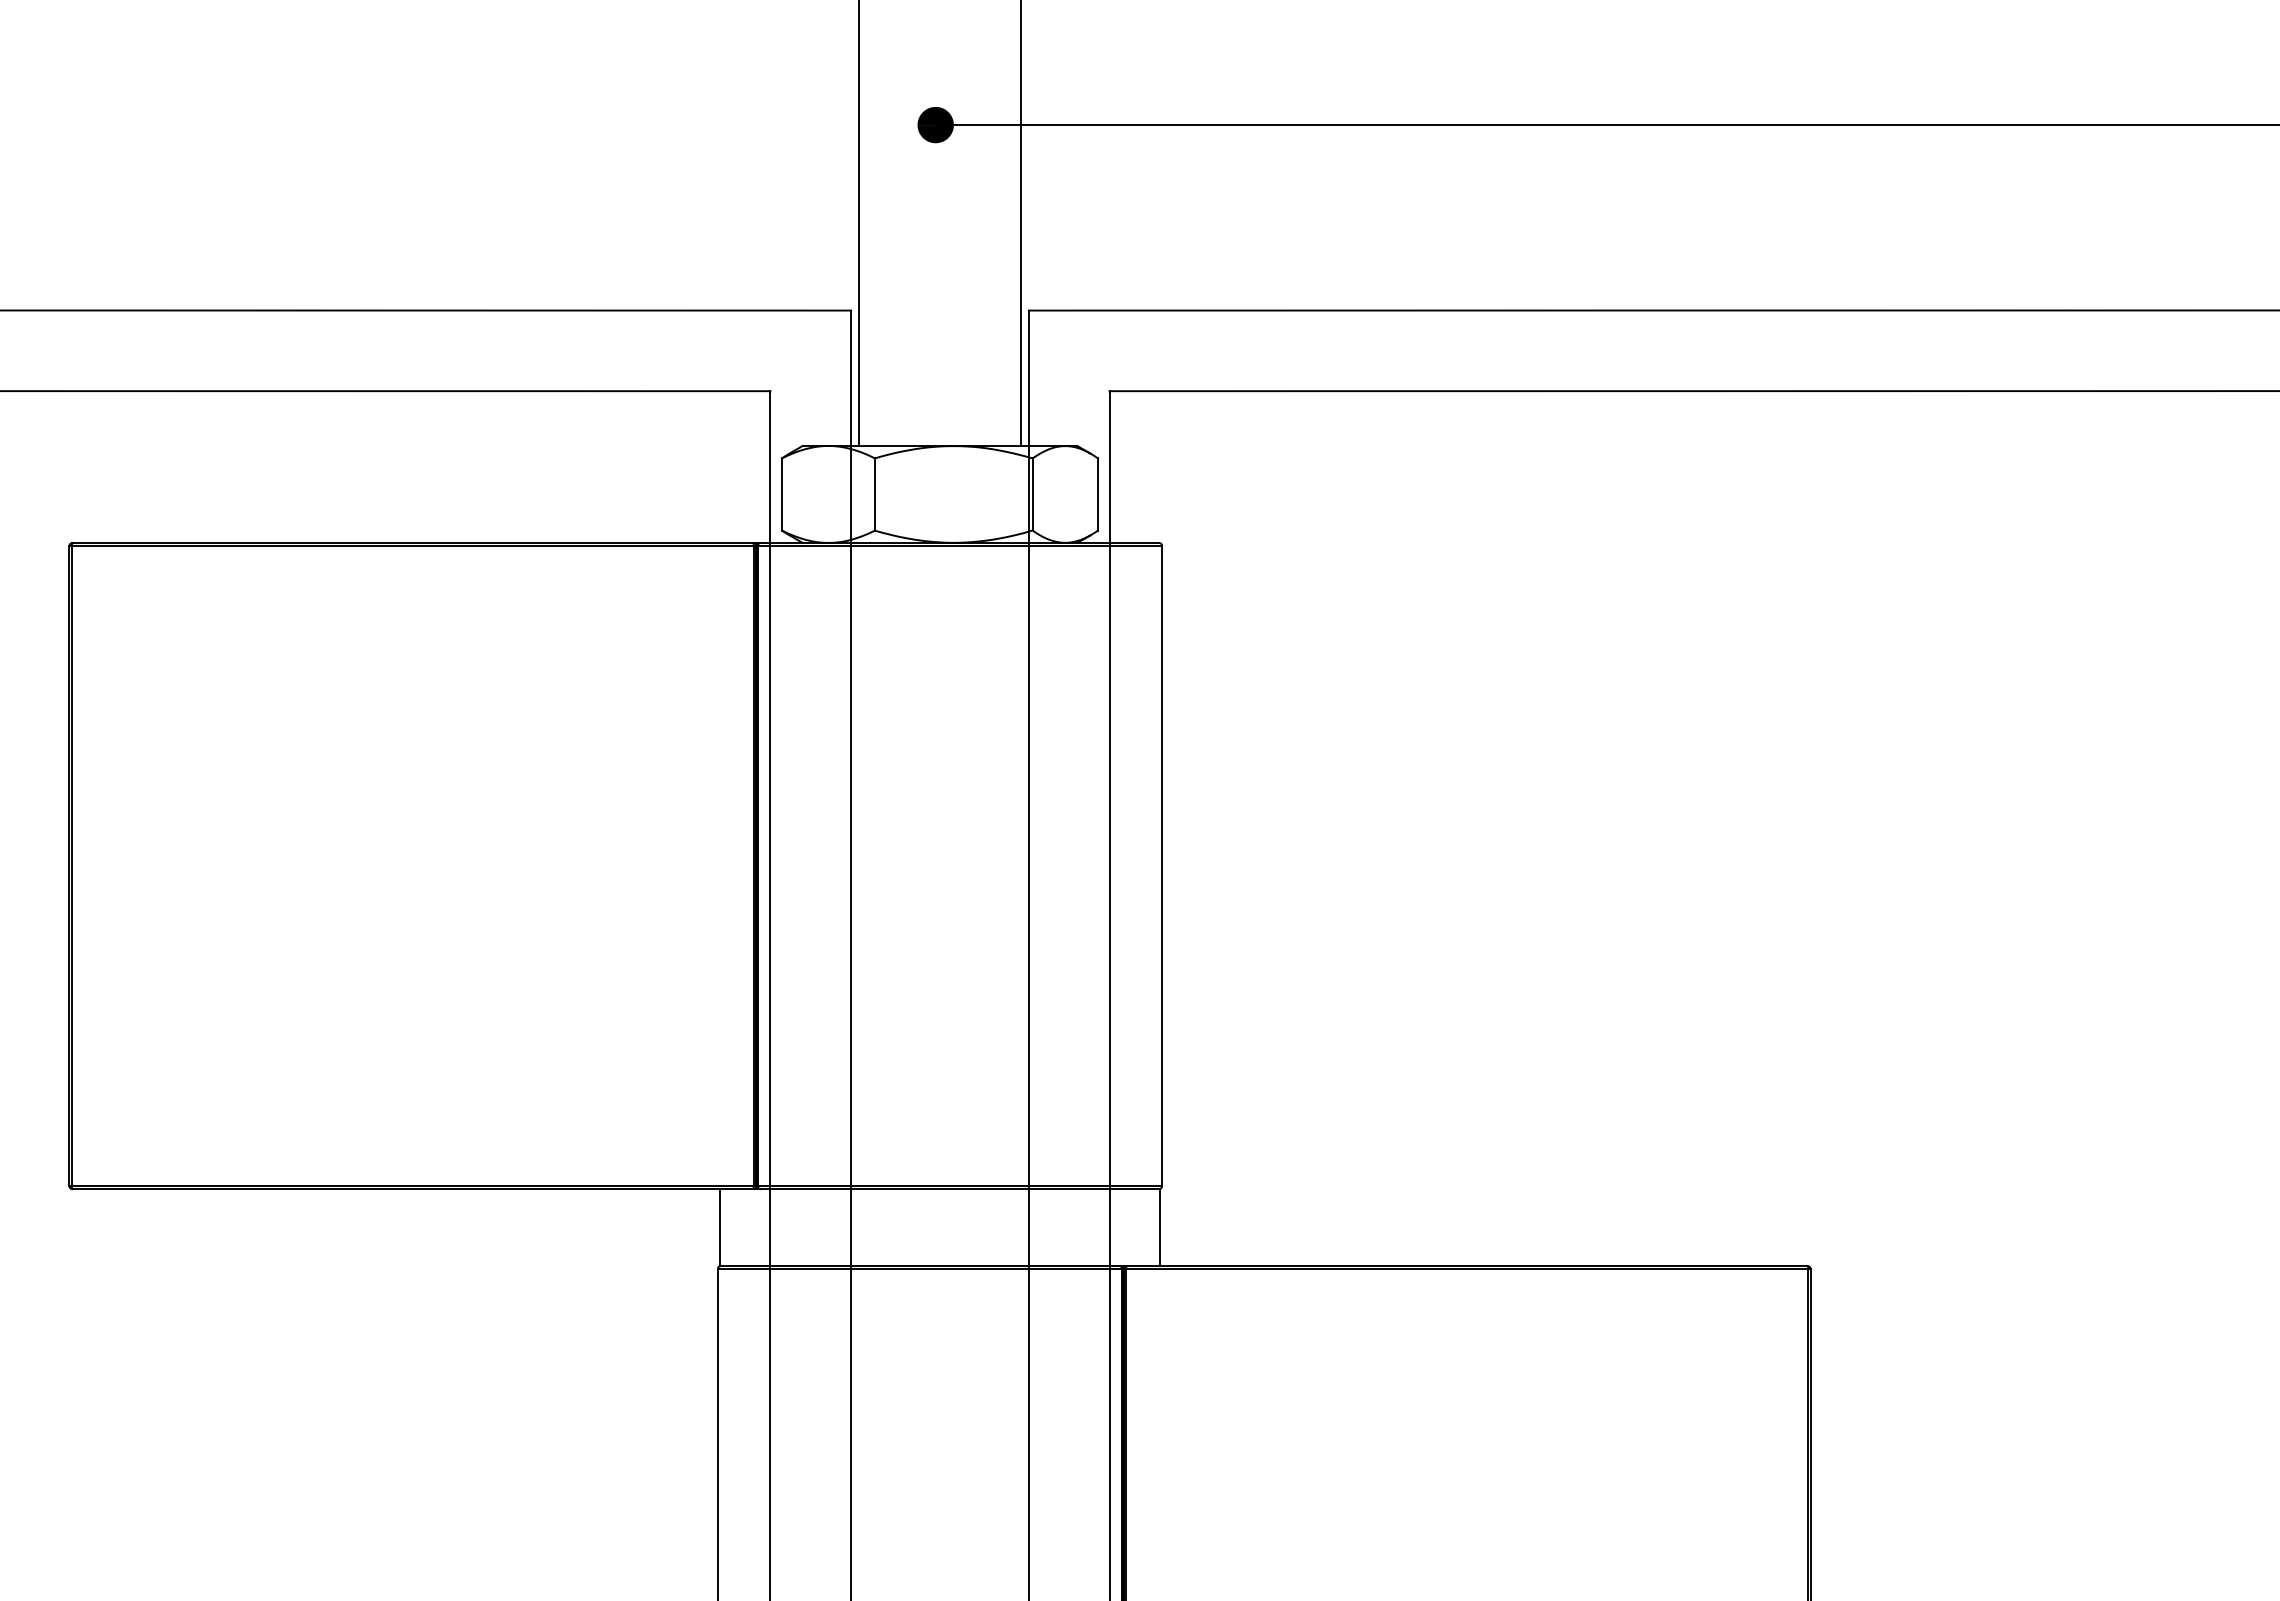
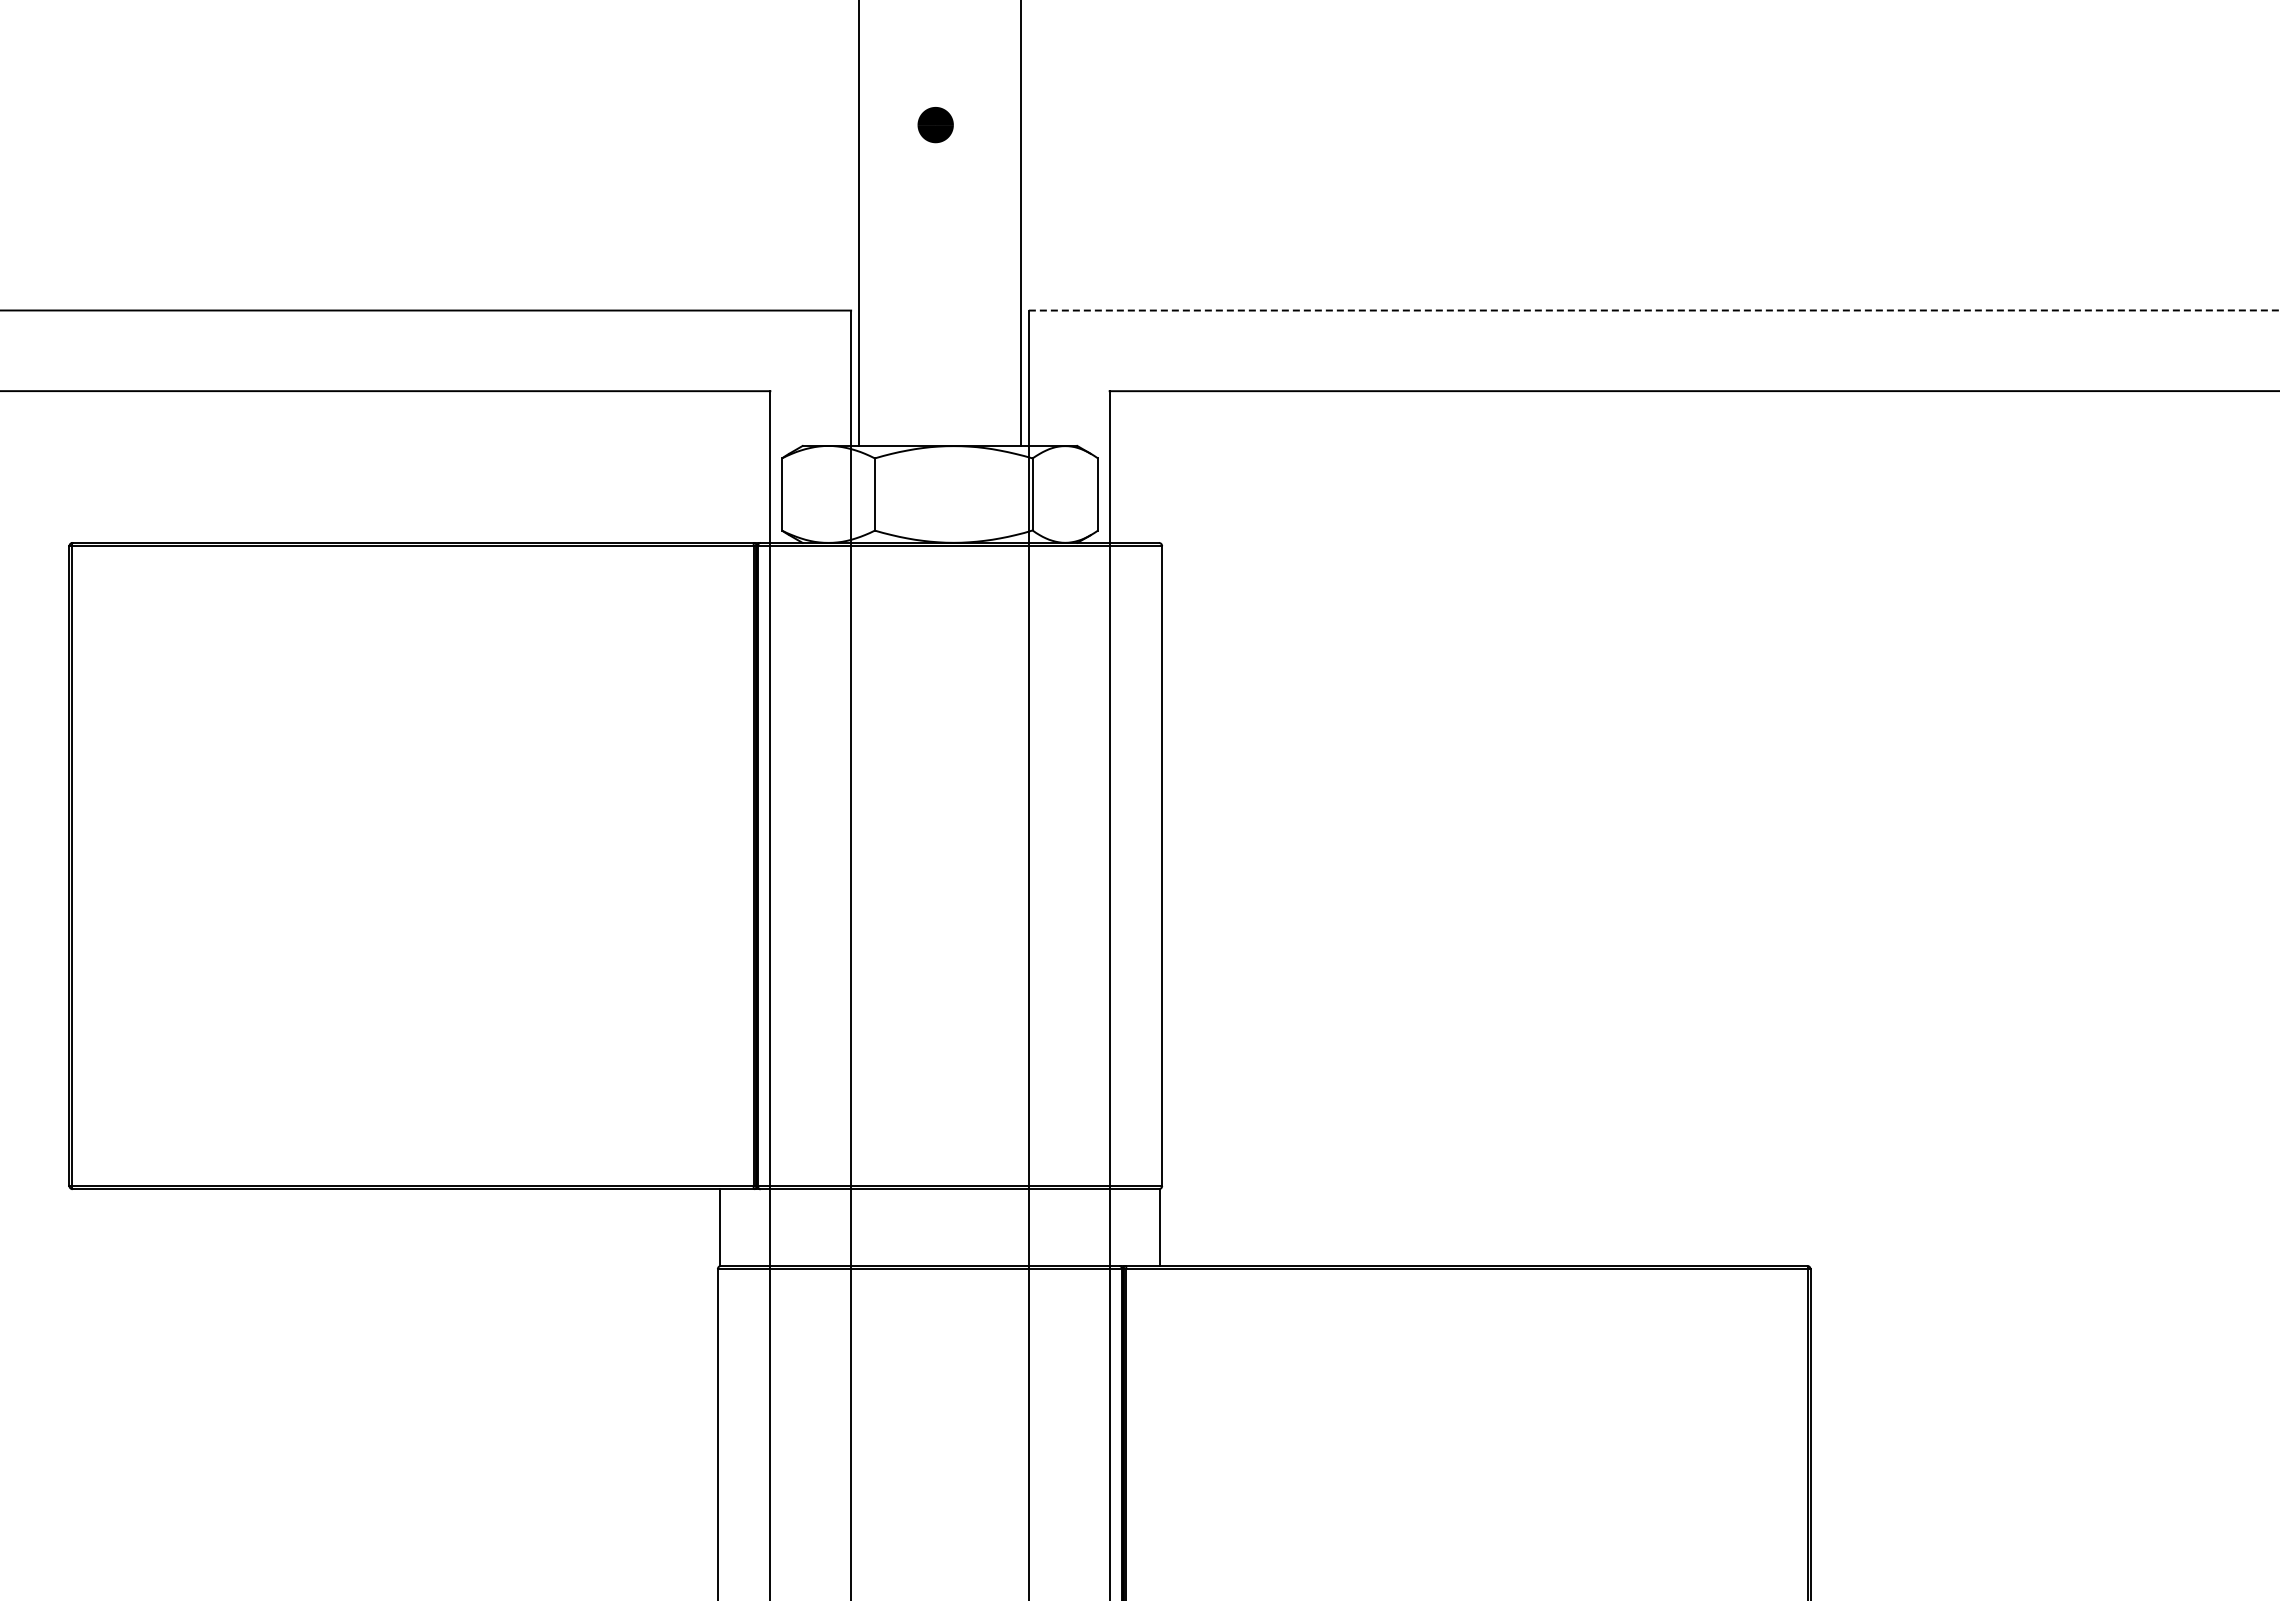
line at (1605, 125): present -> none
line at (1654, 310): solid -> dashed
